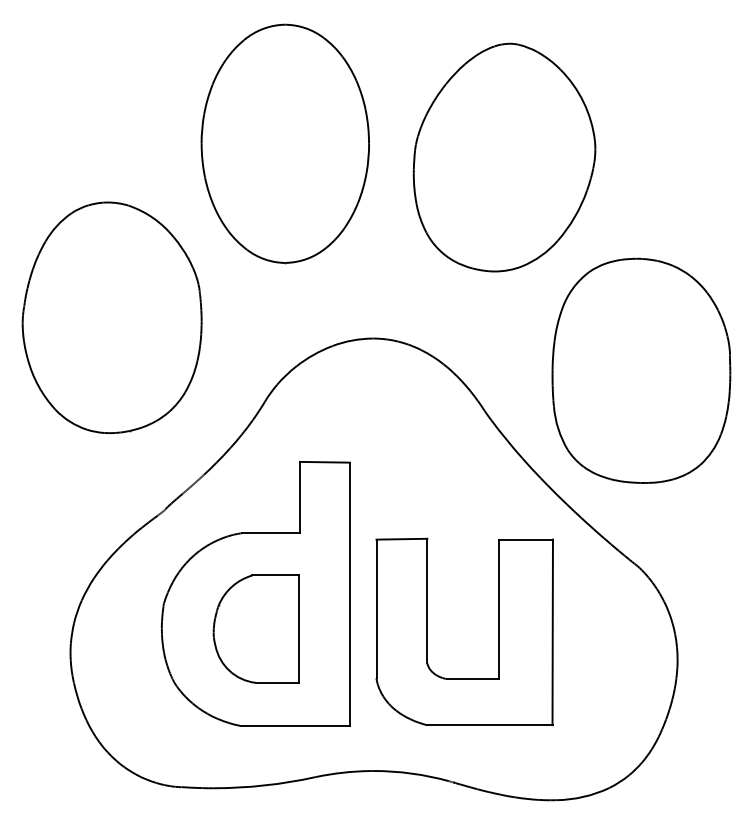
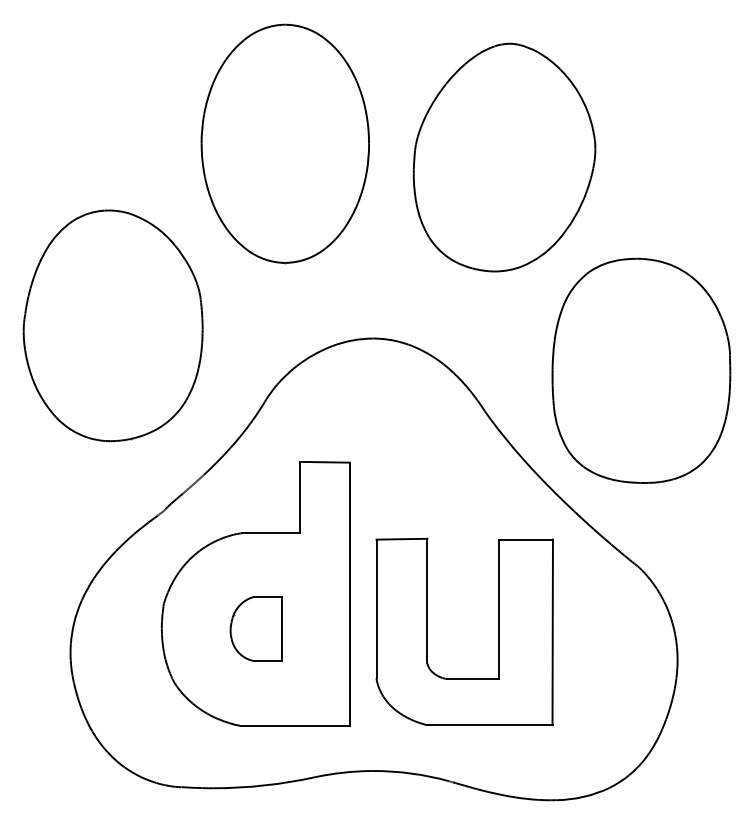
part at (111, 317) position: (111, 317) -> (112, 325)
part at (255, 628) size: 88x110 px -> 54x66 px
